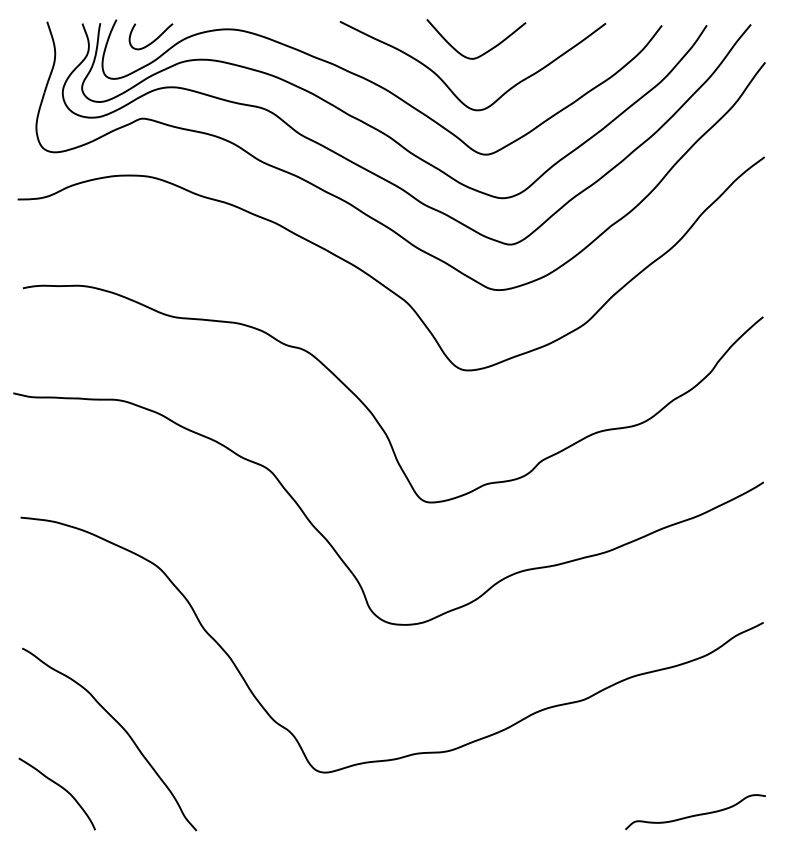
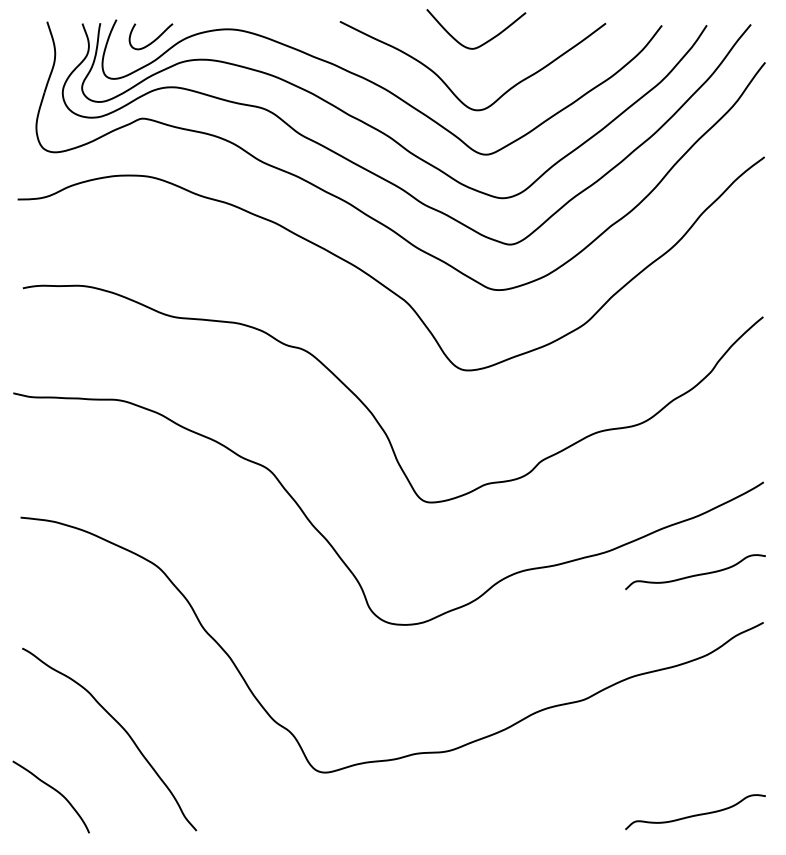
curve at (482, 53) position: (482, 53) -> (482, 43)
curve at (695, 574): none -> present
curve at (61, 788) position: (61, 788) -> (55, 791)
